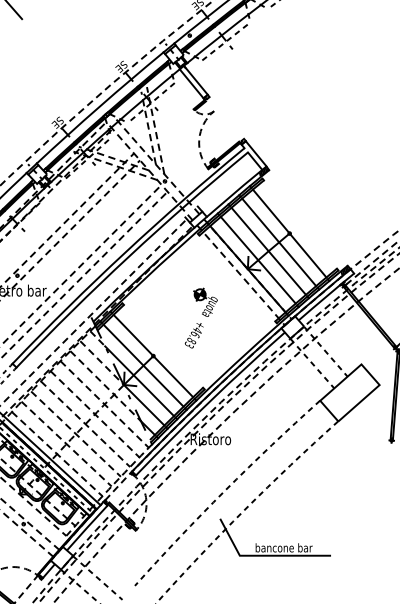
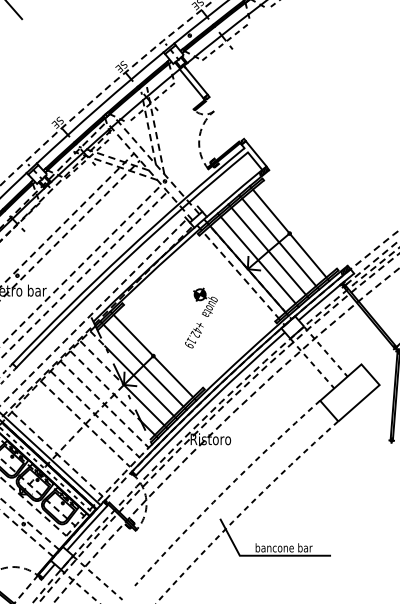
text at (191, 339): +46.83 -> +42.19
line at (75, 433): present -> none
line at (66, 443): present -> none
